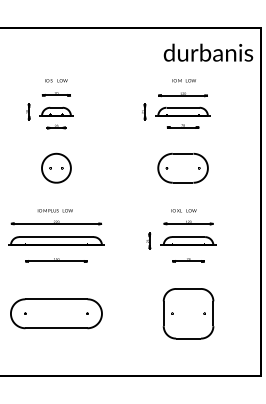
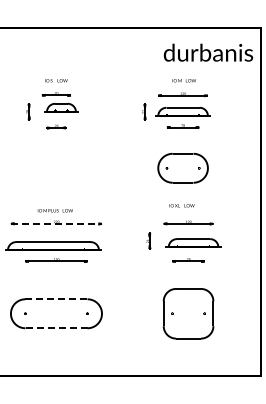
part at (56, 111) position: (56, 111) -> (61, 107)
part at (56, 167): present -> none
text at (183, 210) position: (183, 210) -> (181, 205)
line at (56, 223): solid -> dashed
part at (56, 240) position: (56, 240) -> (53, 245)
part at (188, 240) position: (188, 240) -> (193, 242)
line at (56, 299): solid -> dashed
line at (55, 328): solid -> dashed
